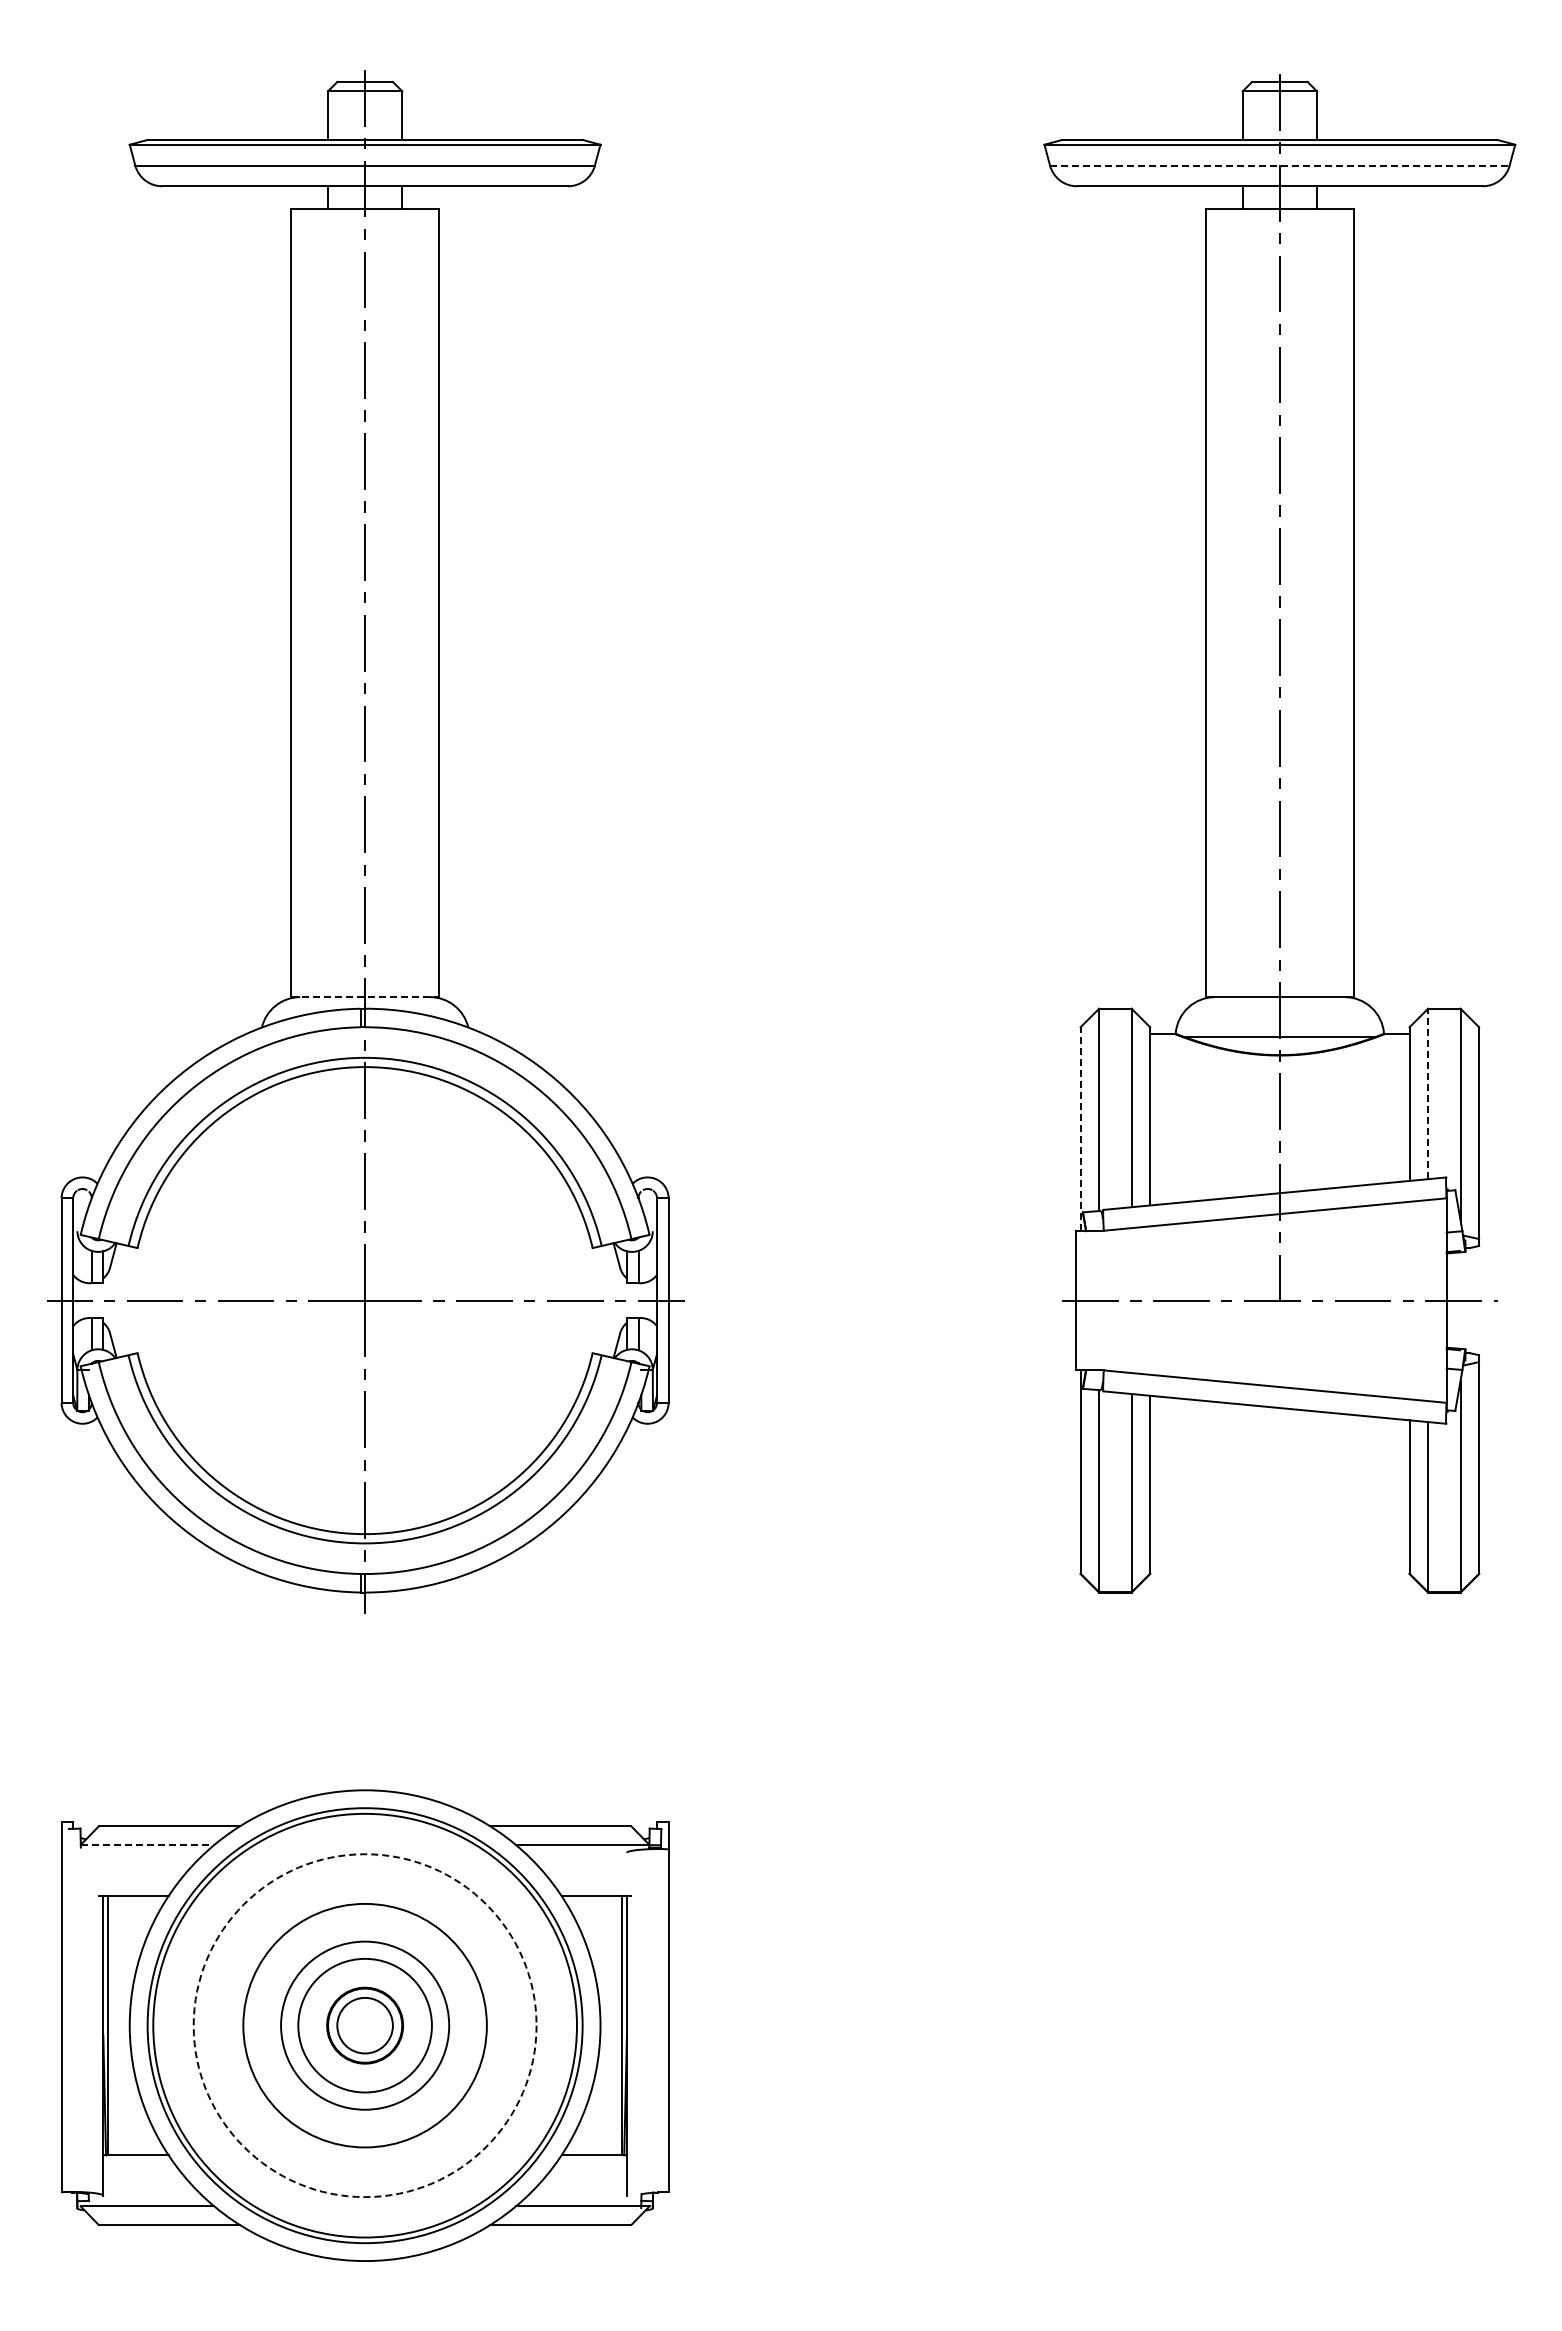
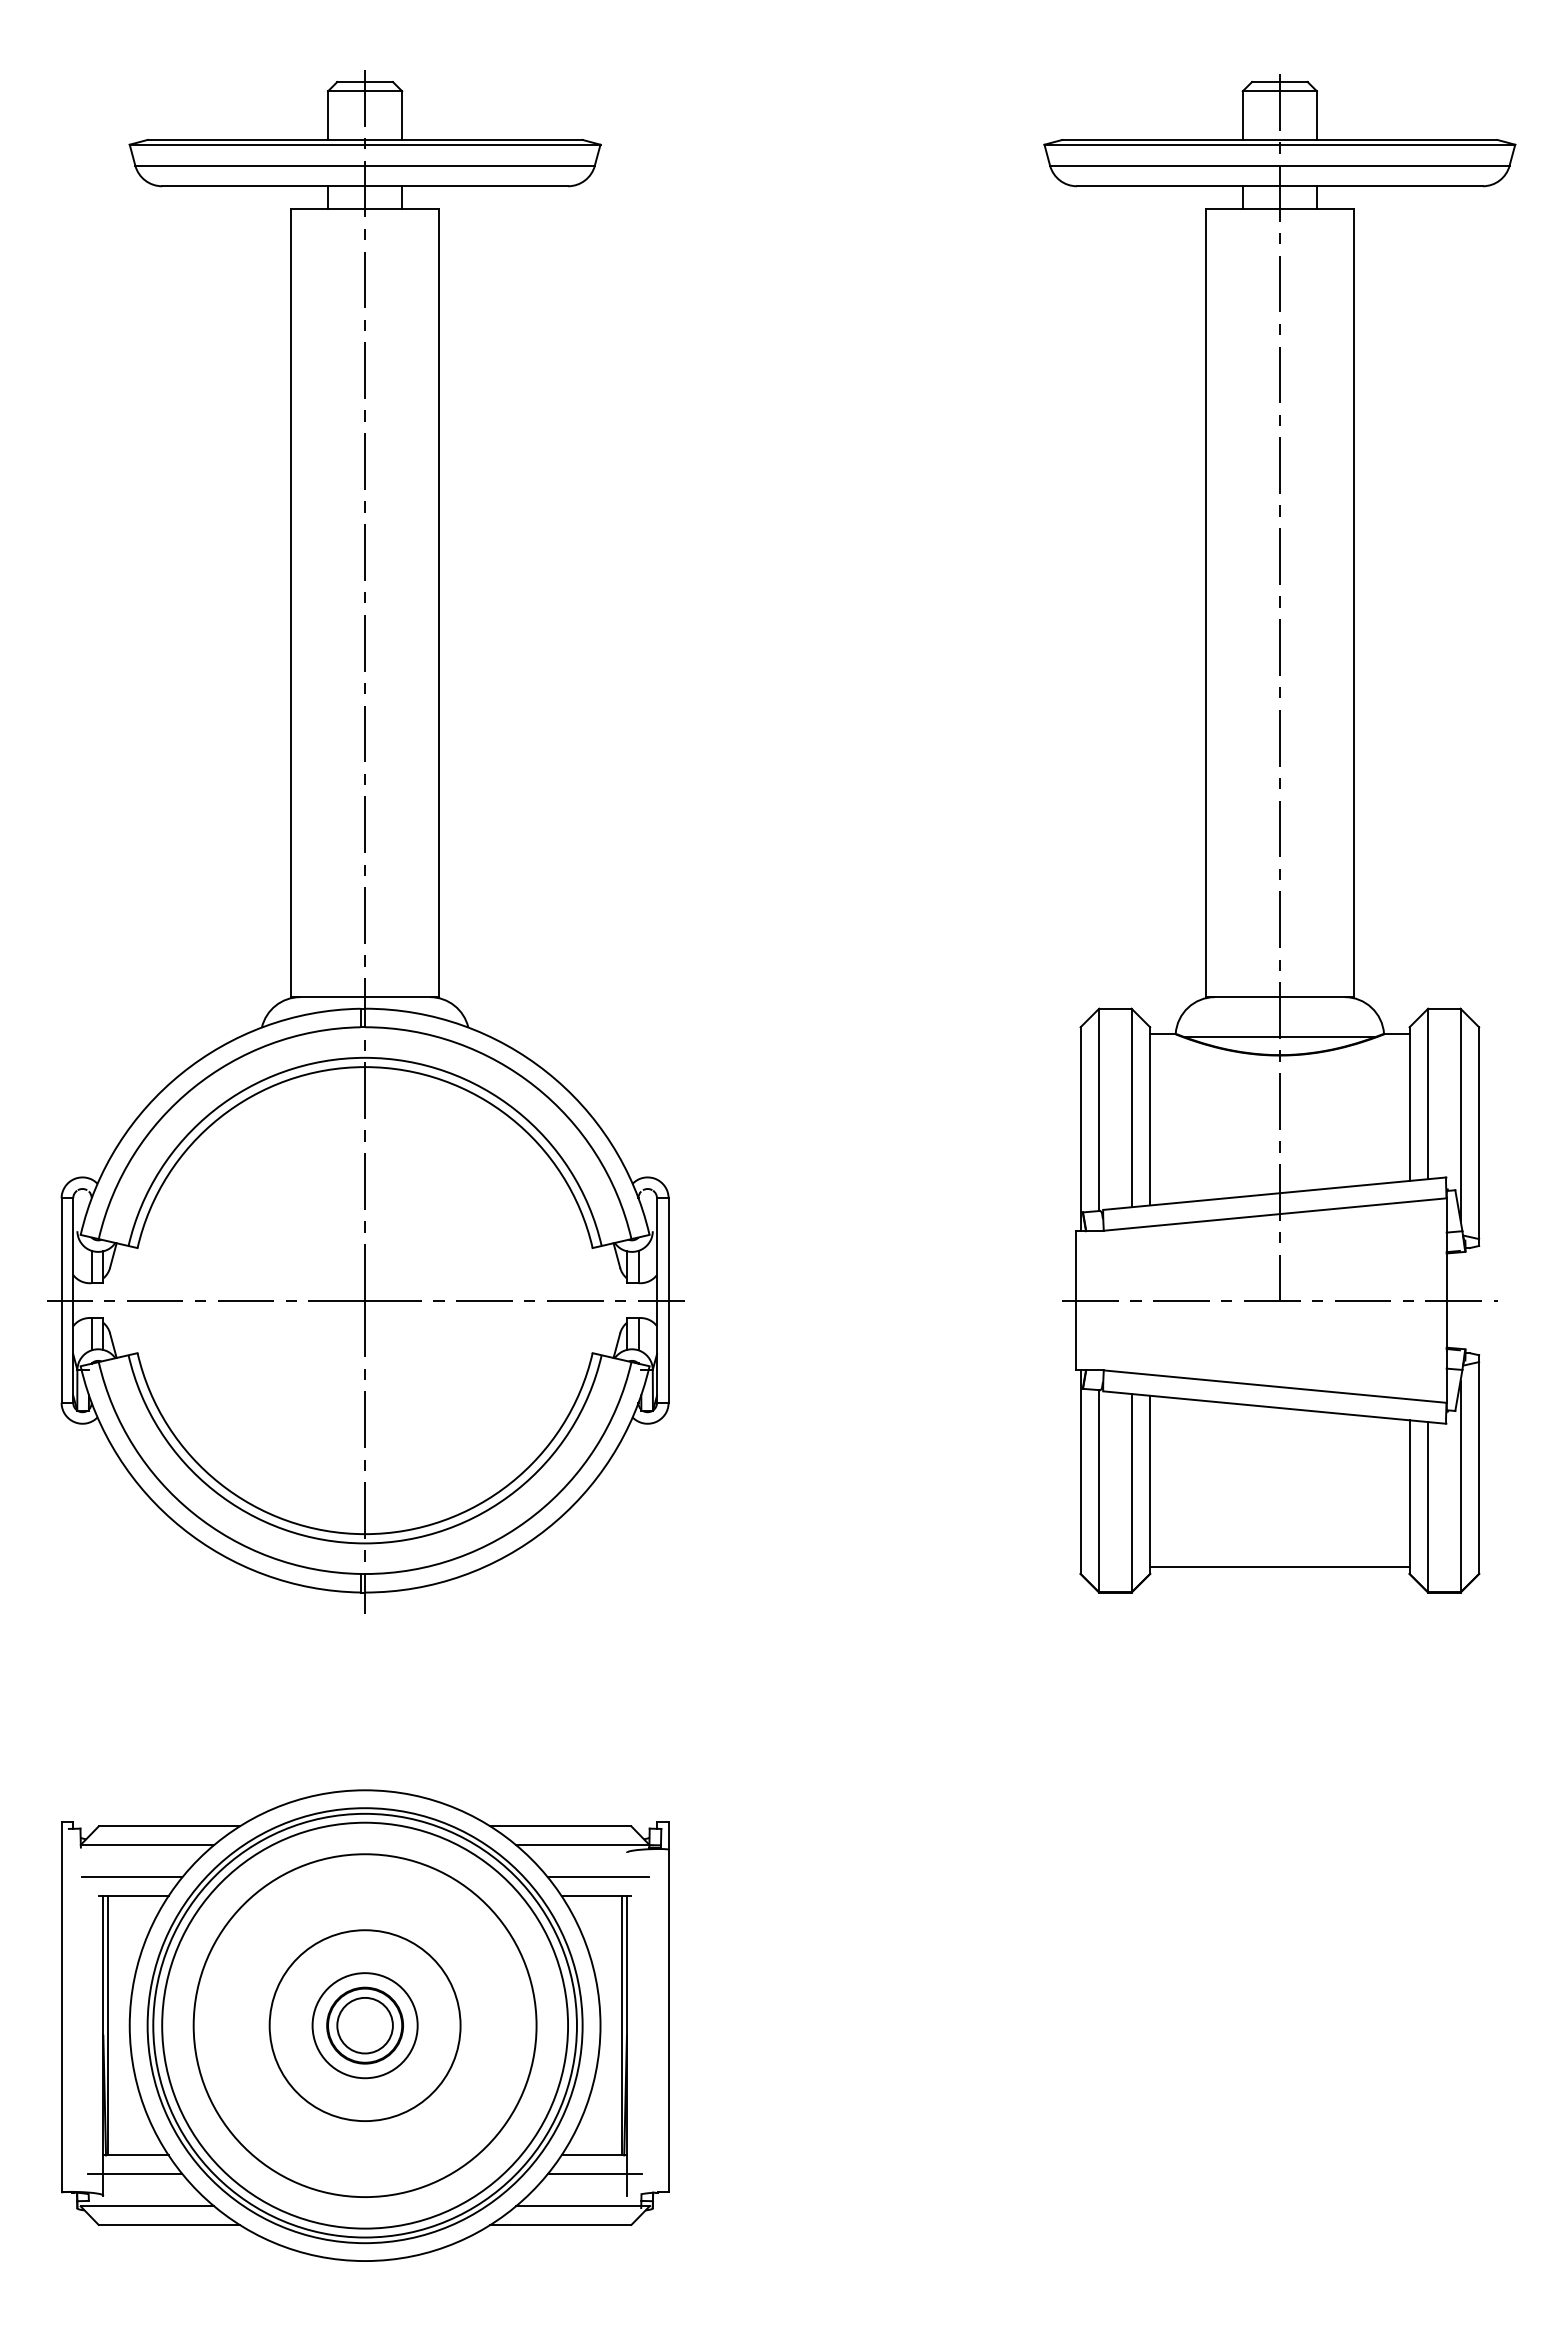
line at (1279, 165): dashed -> solid
line at (365, 997): dashed -> solid
line at (1428, 1093): dashed -> solid
line at (1080, 1129): dashed -> solid
line at (1279, 1567): none -> present
line at (147, 1844): dashed -> solid
line at (131, 1877): none -> present
line at (597, 1877): none -> present
circle at (364, 2025) diameter: 134 px -> 191 px
circle at (364, 2025) diameter: 244 px -> 406 px
circle at (364, 2025): dashed -> solid
circle at (365, 2025) diameter: 168 px -> 105 px
line at (135, 2173): none -> present
line at (594, 2173): none -> present
